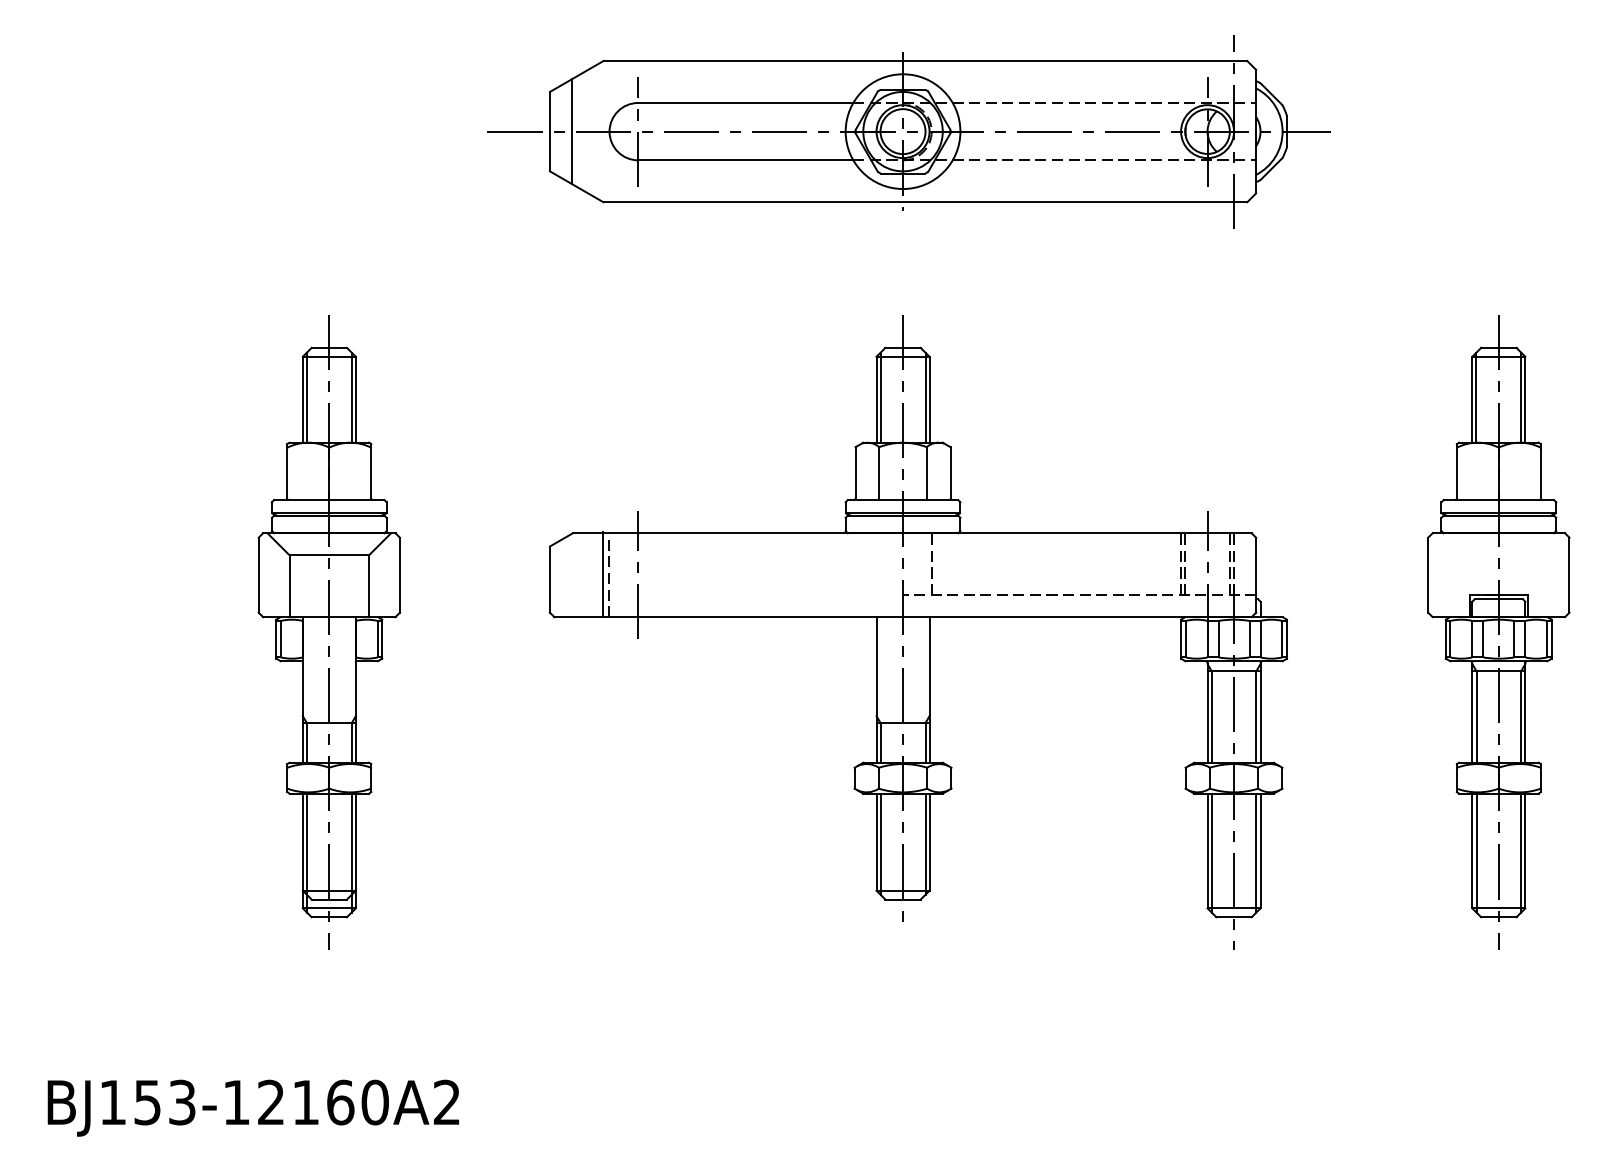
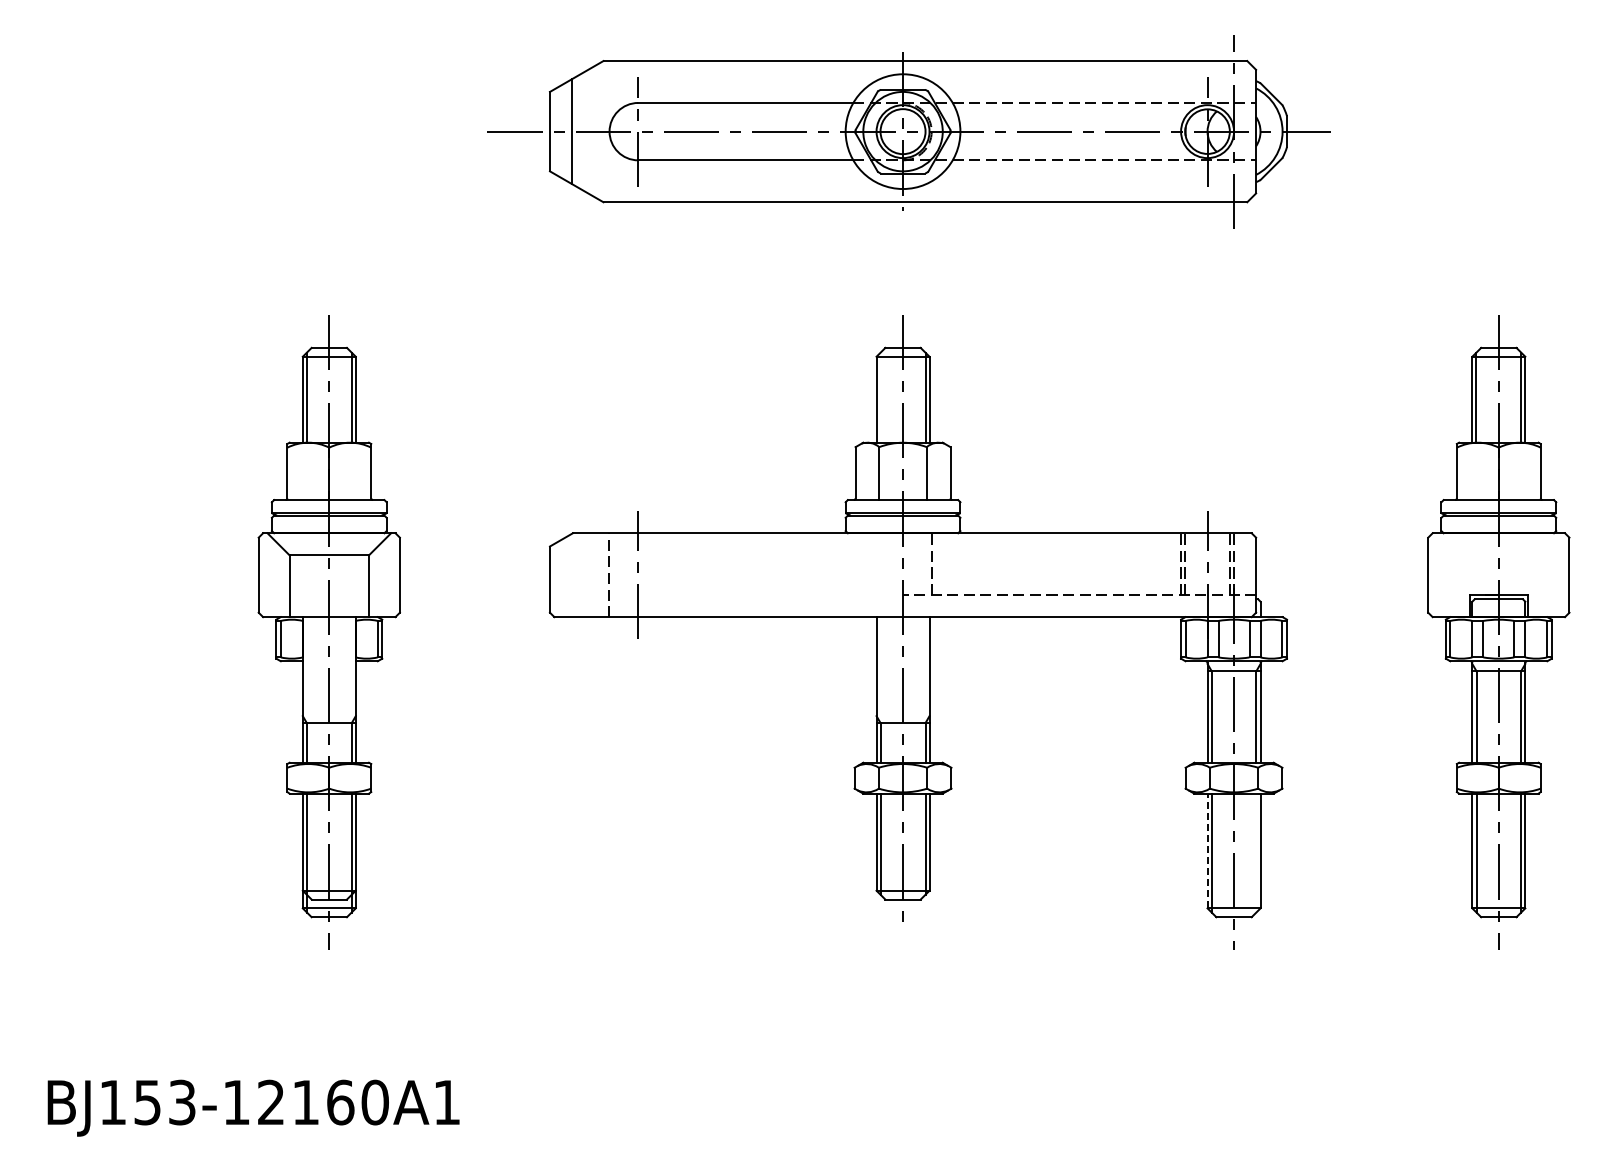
line at (880, 397): present -> none
line at (602, 574): present -> none
line at (1207, 850): solid -> dashed
line at (1256, 852): present -> none
text at (446, 1101): BJ153-12160A2 -> BJ153-12160A1
